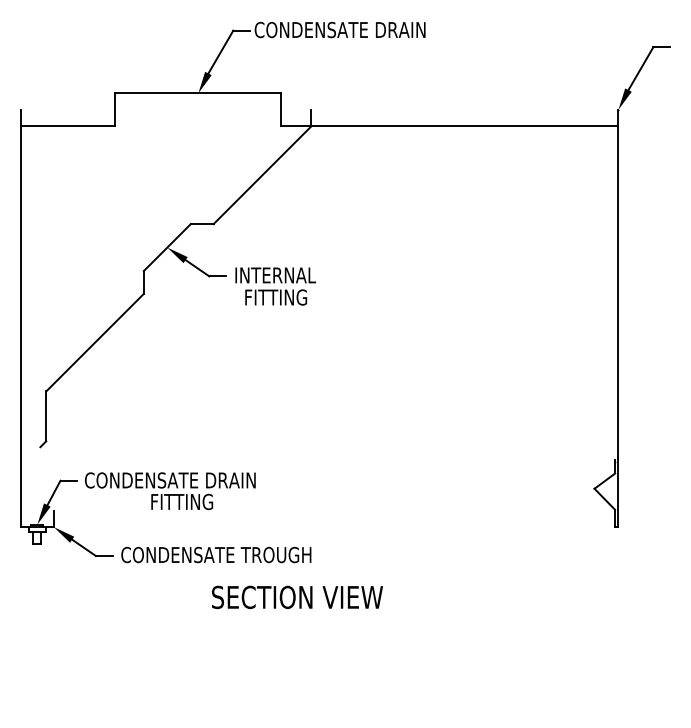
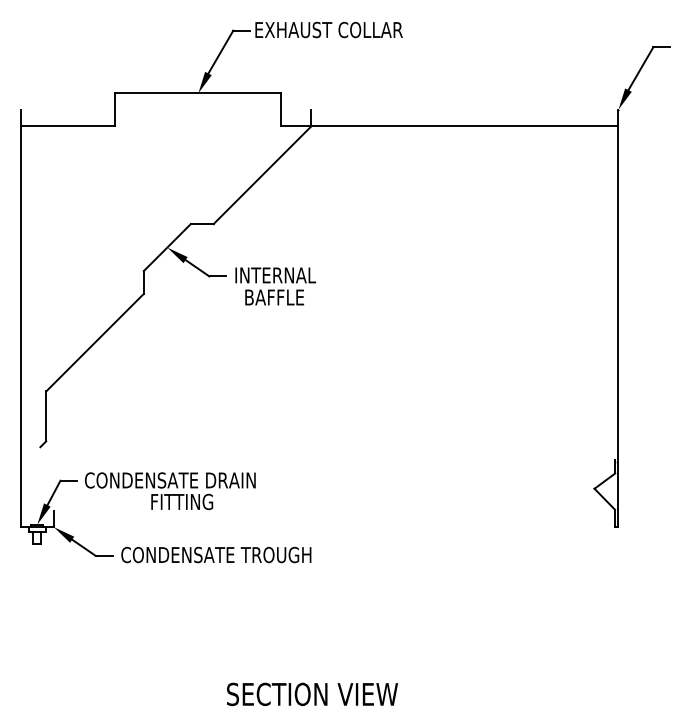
text at (339, 29): CONDENSATE DRAIN -> EXHAUST COLLAR
text at (277, 297): FITTING -> BAFFLE
text at (297, 597) position: (297, 597) -> (312, 694)
